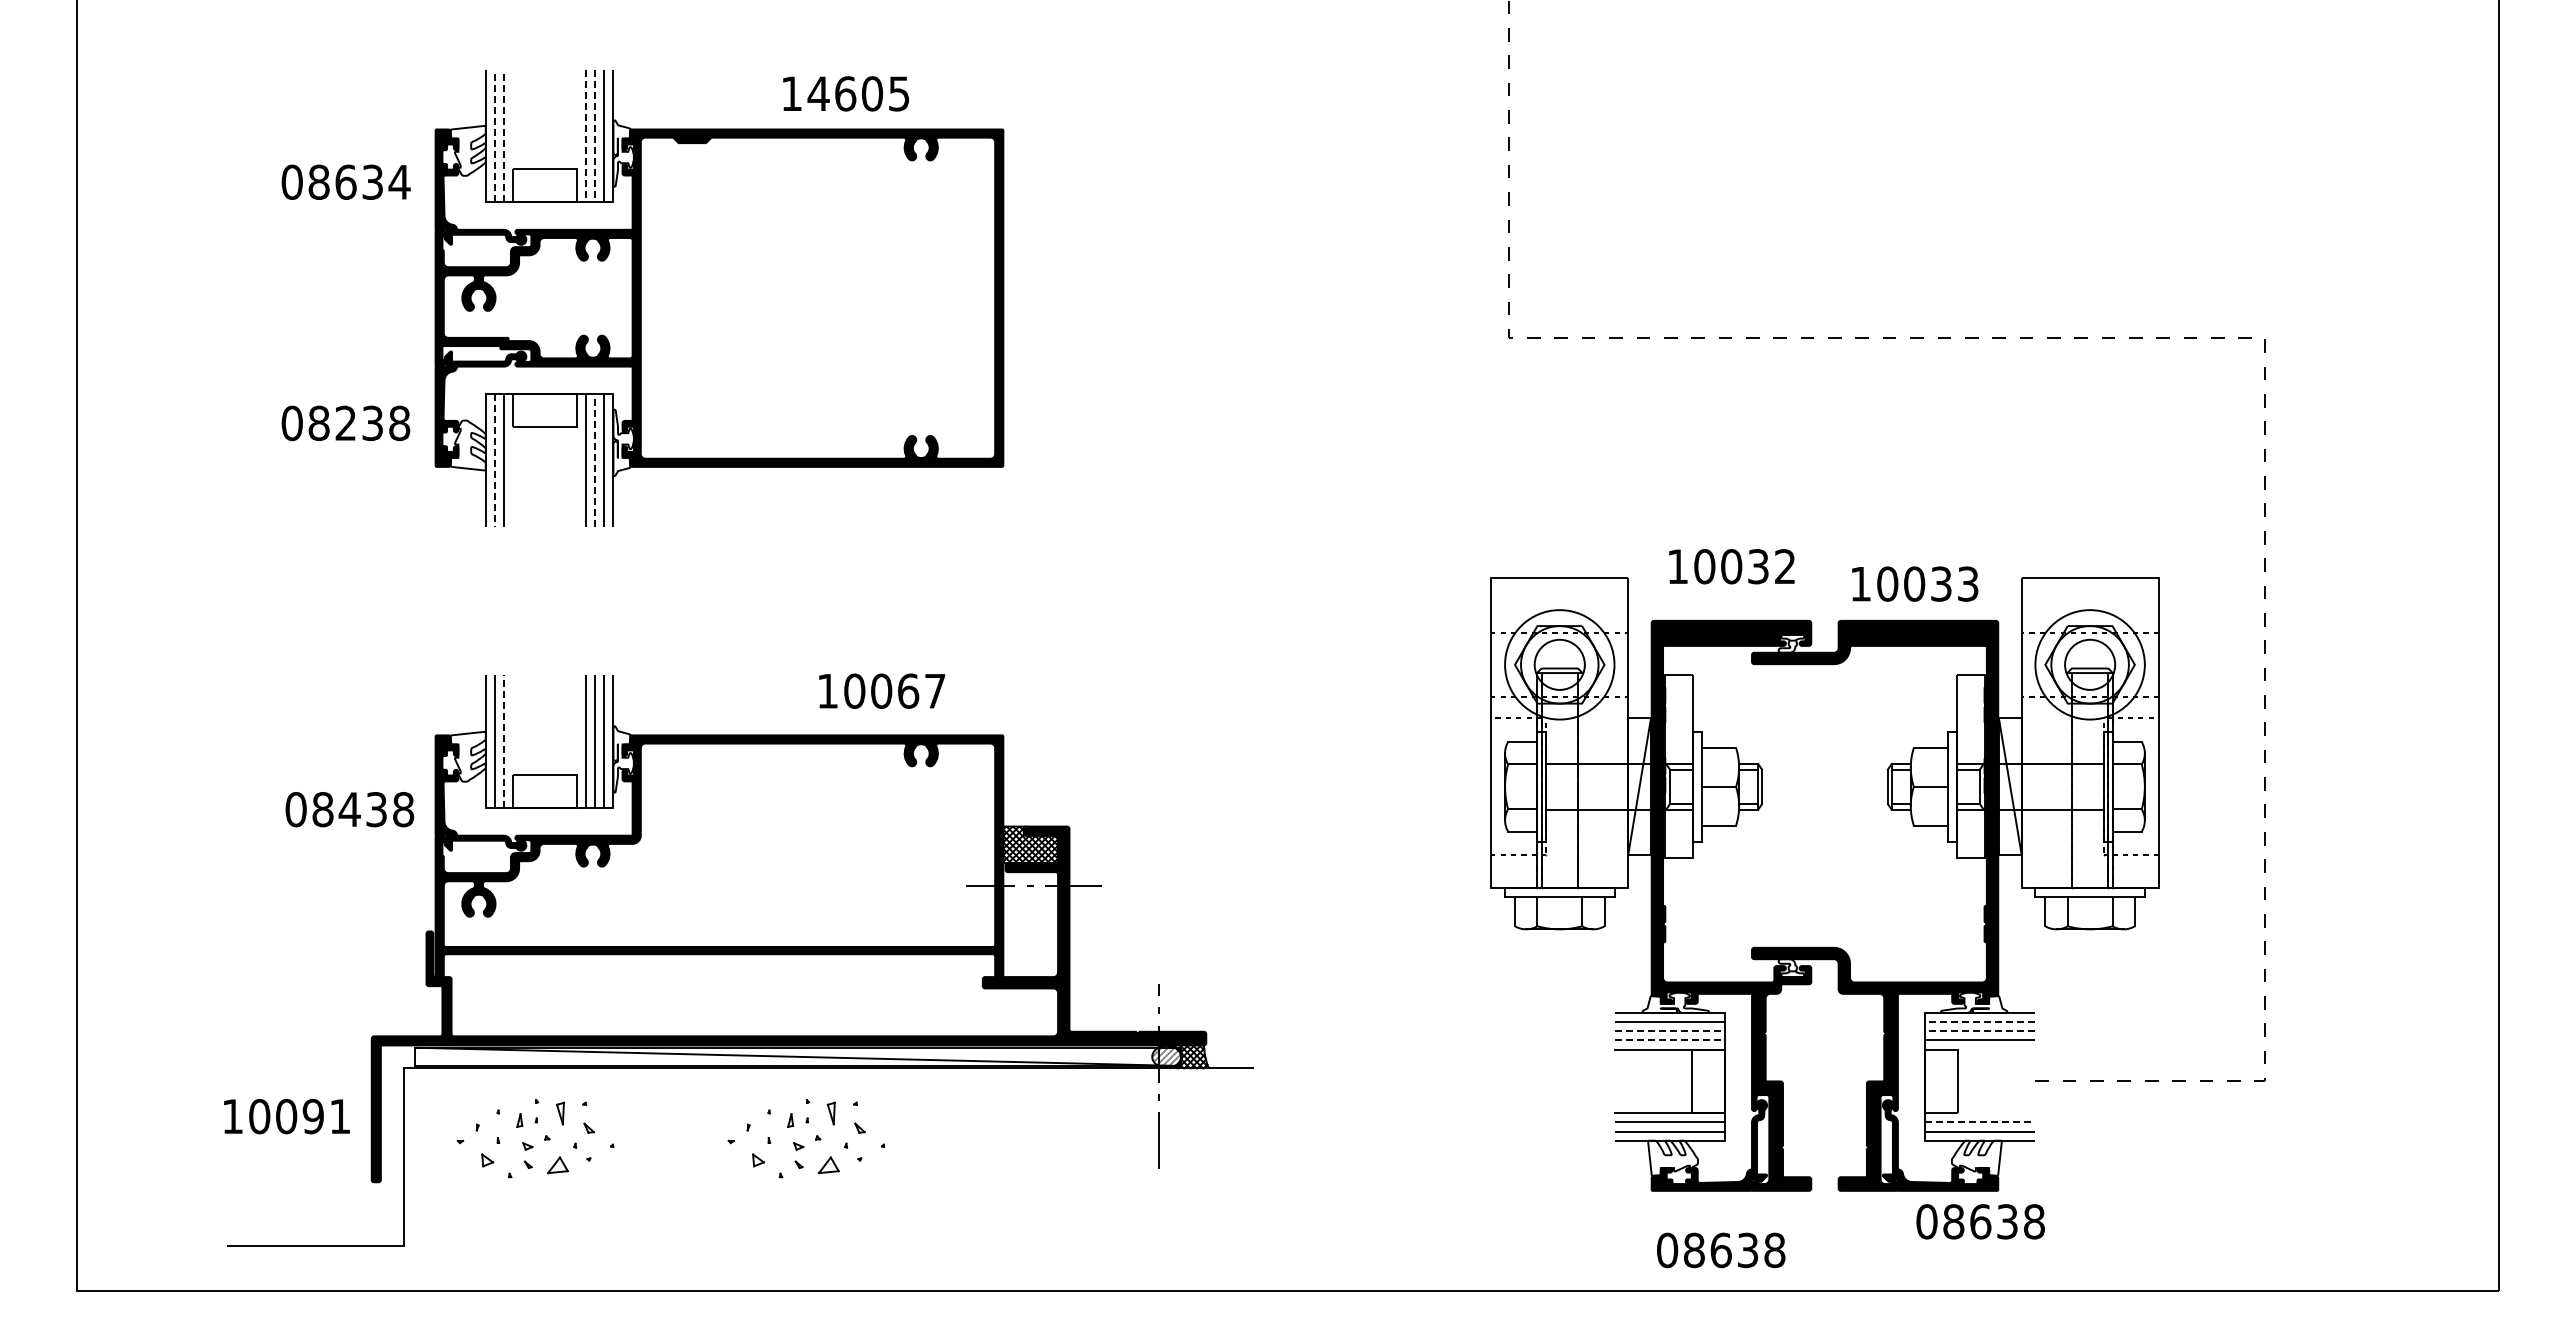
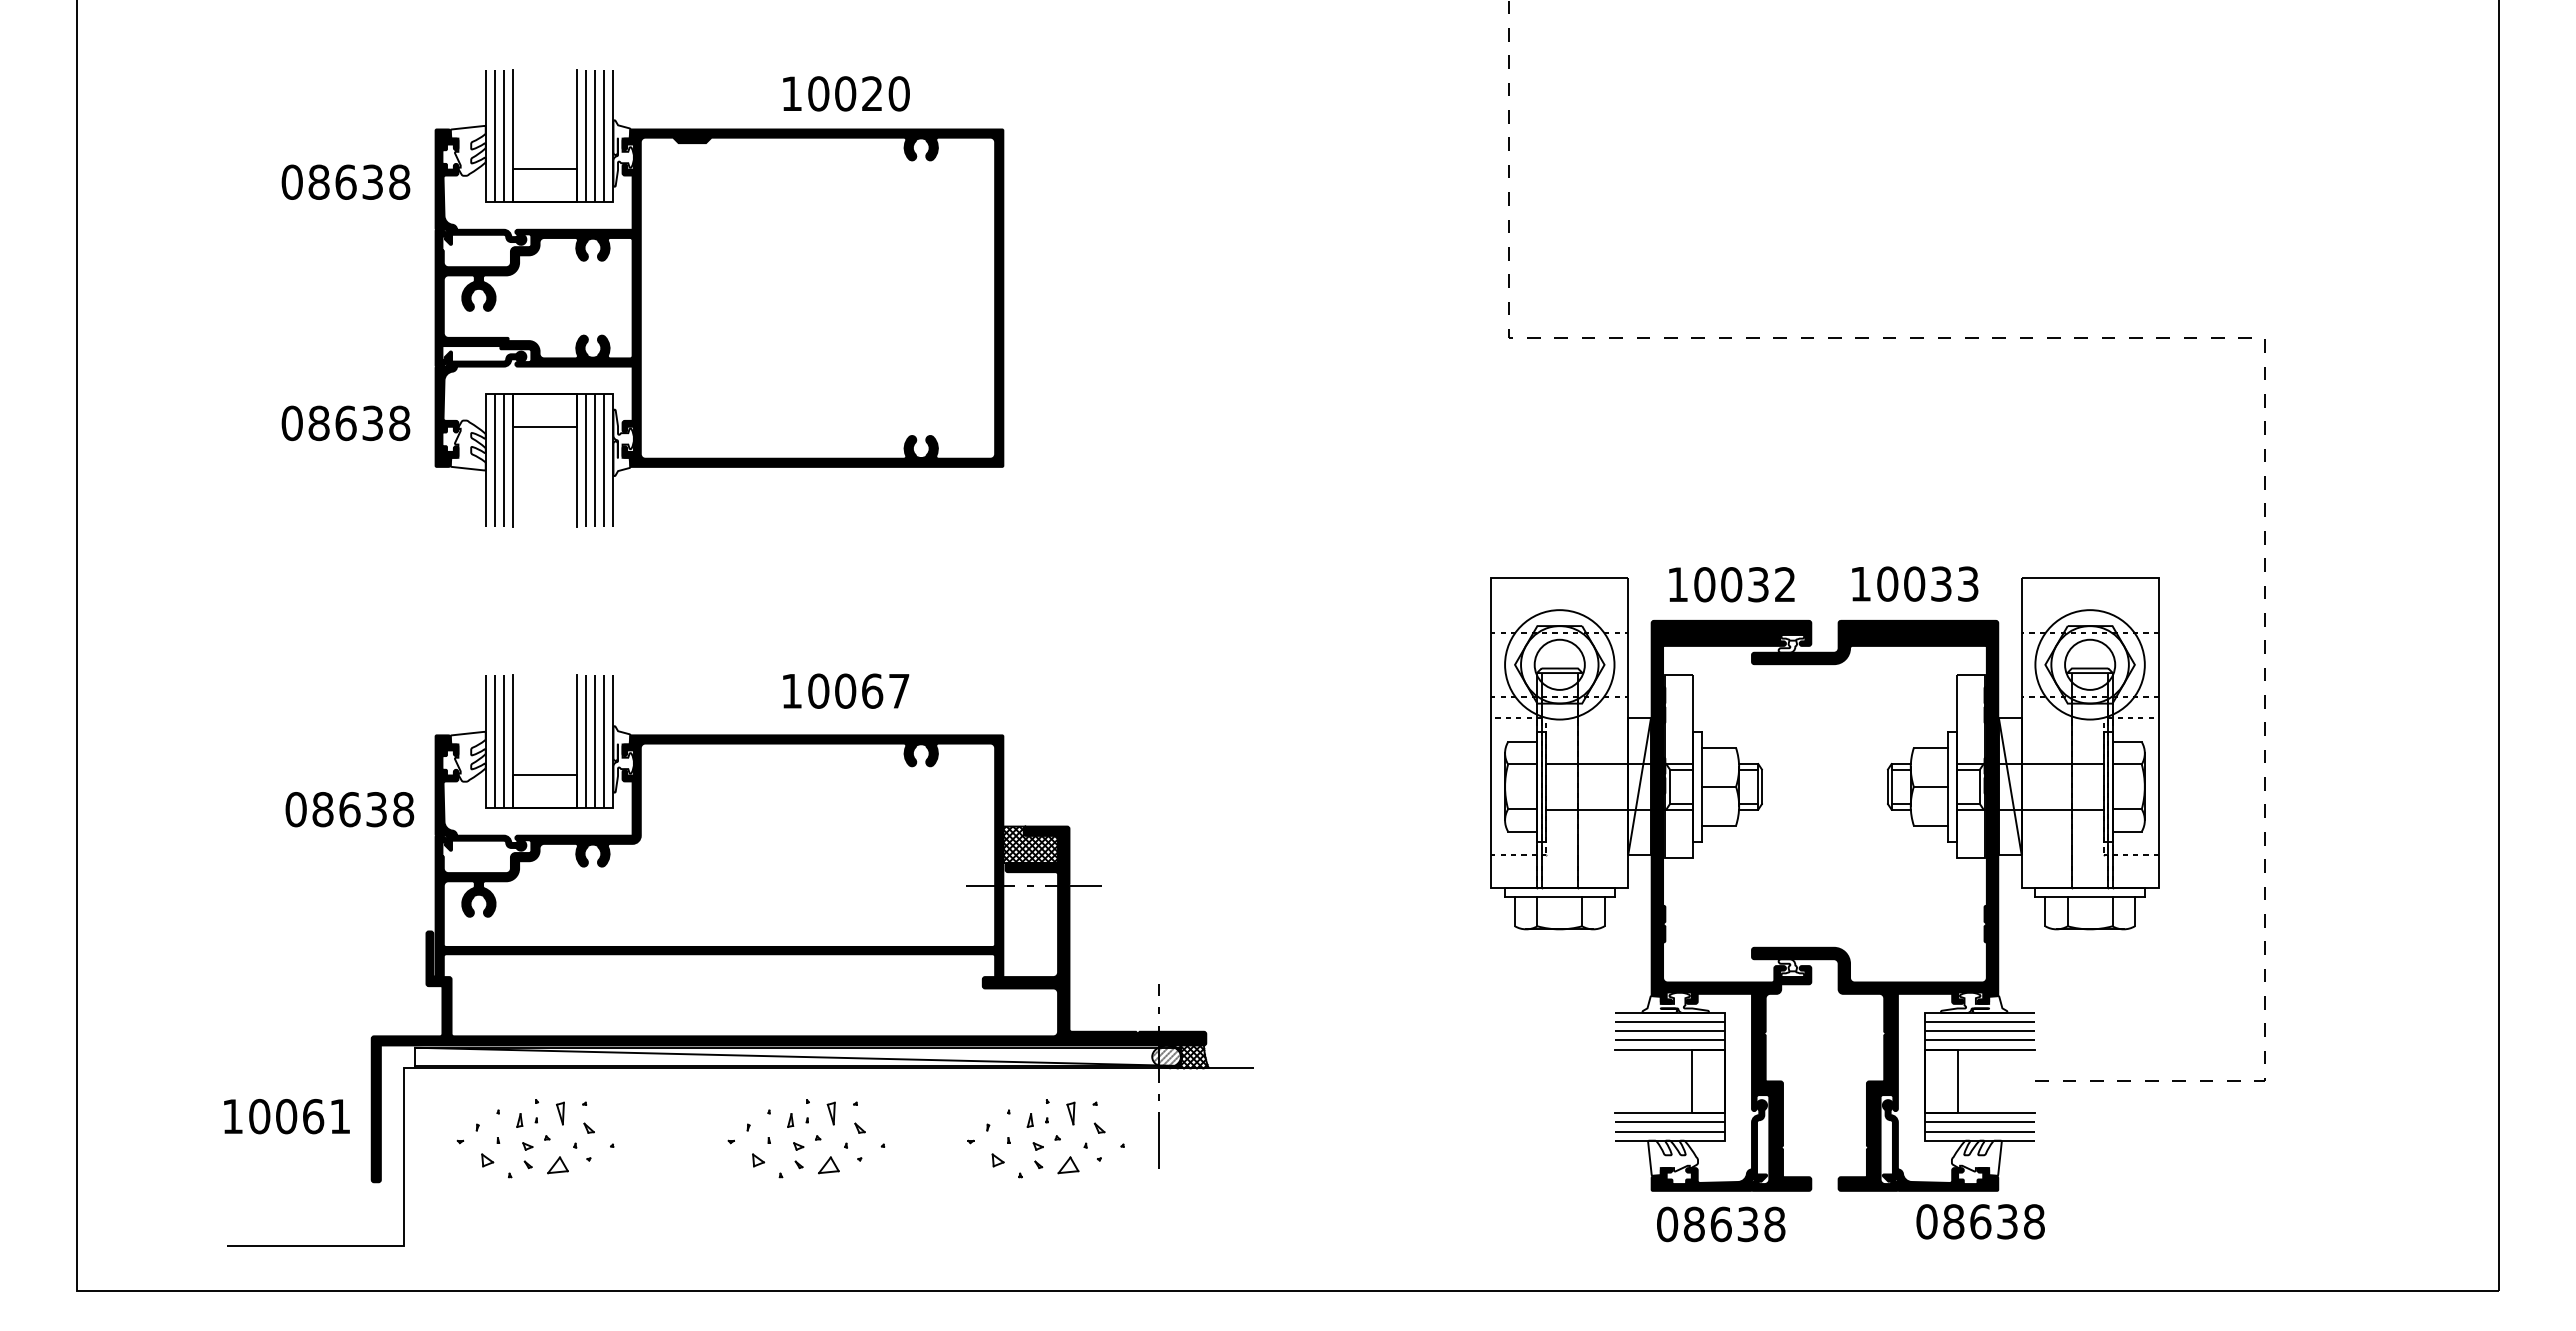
text at (858, 93): 14605 -> 10020
line at (494, 135): dashed -> solid
line at (504, 135): dashed -> solid
line at (513, 135): none -> present
line at (576, 135): none -> present
line at (586, 136): dashed -> solid
line at (595, 136): dashed -> solid
text at (399, 181): 08634 -> 08638
text at (345, 423): 08238 -> 08638
line at (513, 459): none -> present
line at (576, 459): none -> present
line at (595, 459): dashed -> solid
line at (494, 460): dashed -> solid
text at (1731, 566) position: (1731, 566) -> (1731, 584)
text at (882, 690) position: (882, 690) -> (846, 690)
line at (504, 741): dashed -> solid
line at (513, 741): none -> present
line at (576, 741): none -> present
text at (349, 809): 08438 -> 08638
line at (1979, 1022): dashed -> solid
line at (1670, 1031): dashed -> solid
line at (1979, 1031): dashed -> solid
line at (1670, 1040): dashed -> solid
line at (1980, 1049): none -> present
line at (1980, 1113): none -> present
text at (313, 1116): 10091 -> 10061
line at (1980, 1122): dashed -> solid
part at (1042, 1145): none -> present
text at (1721, 1250) position: (1721, 1250) -> (1721, 1224)
